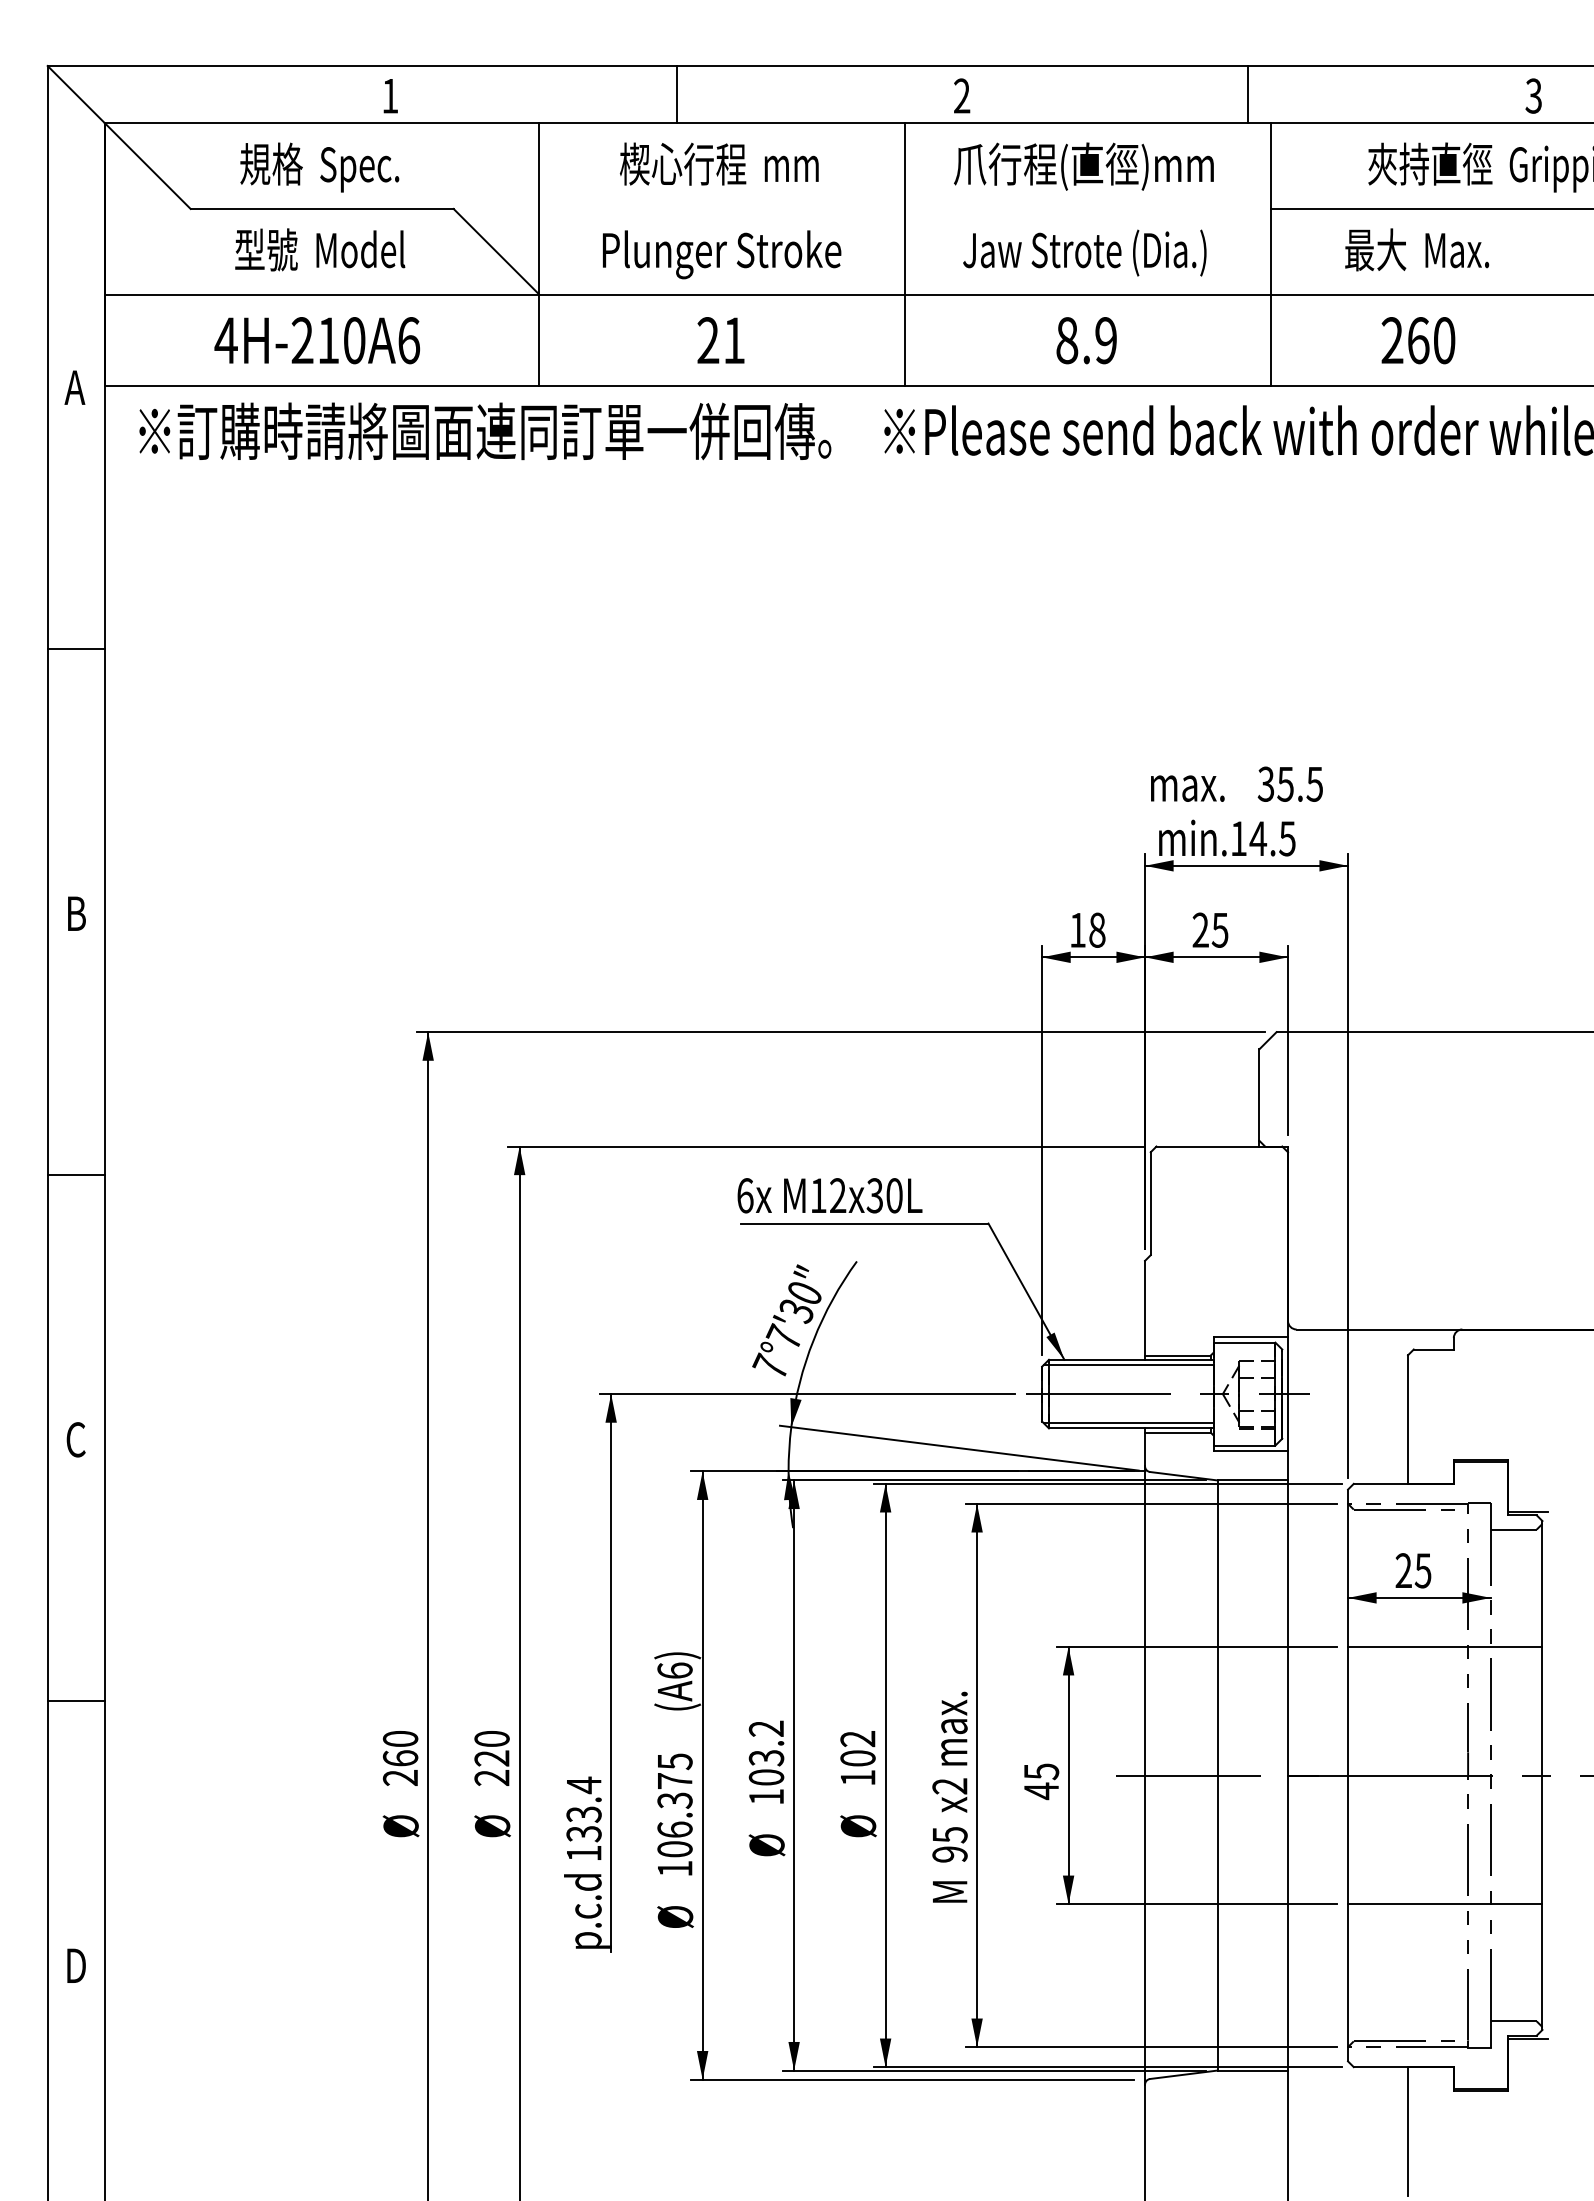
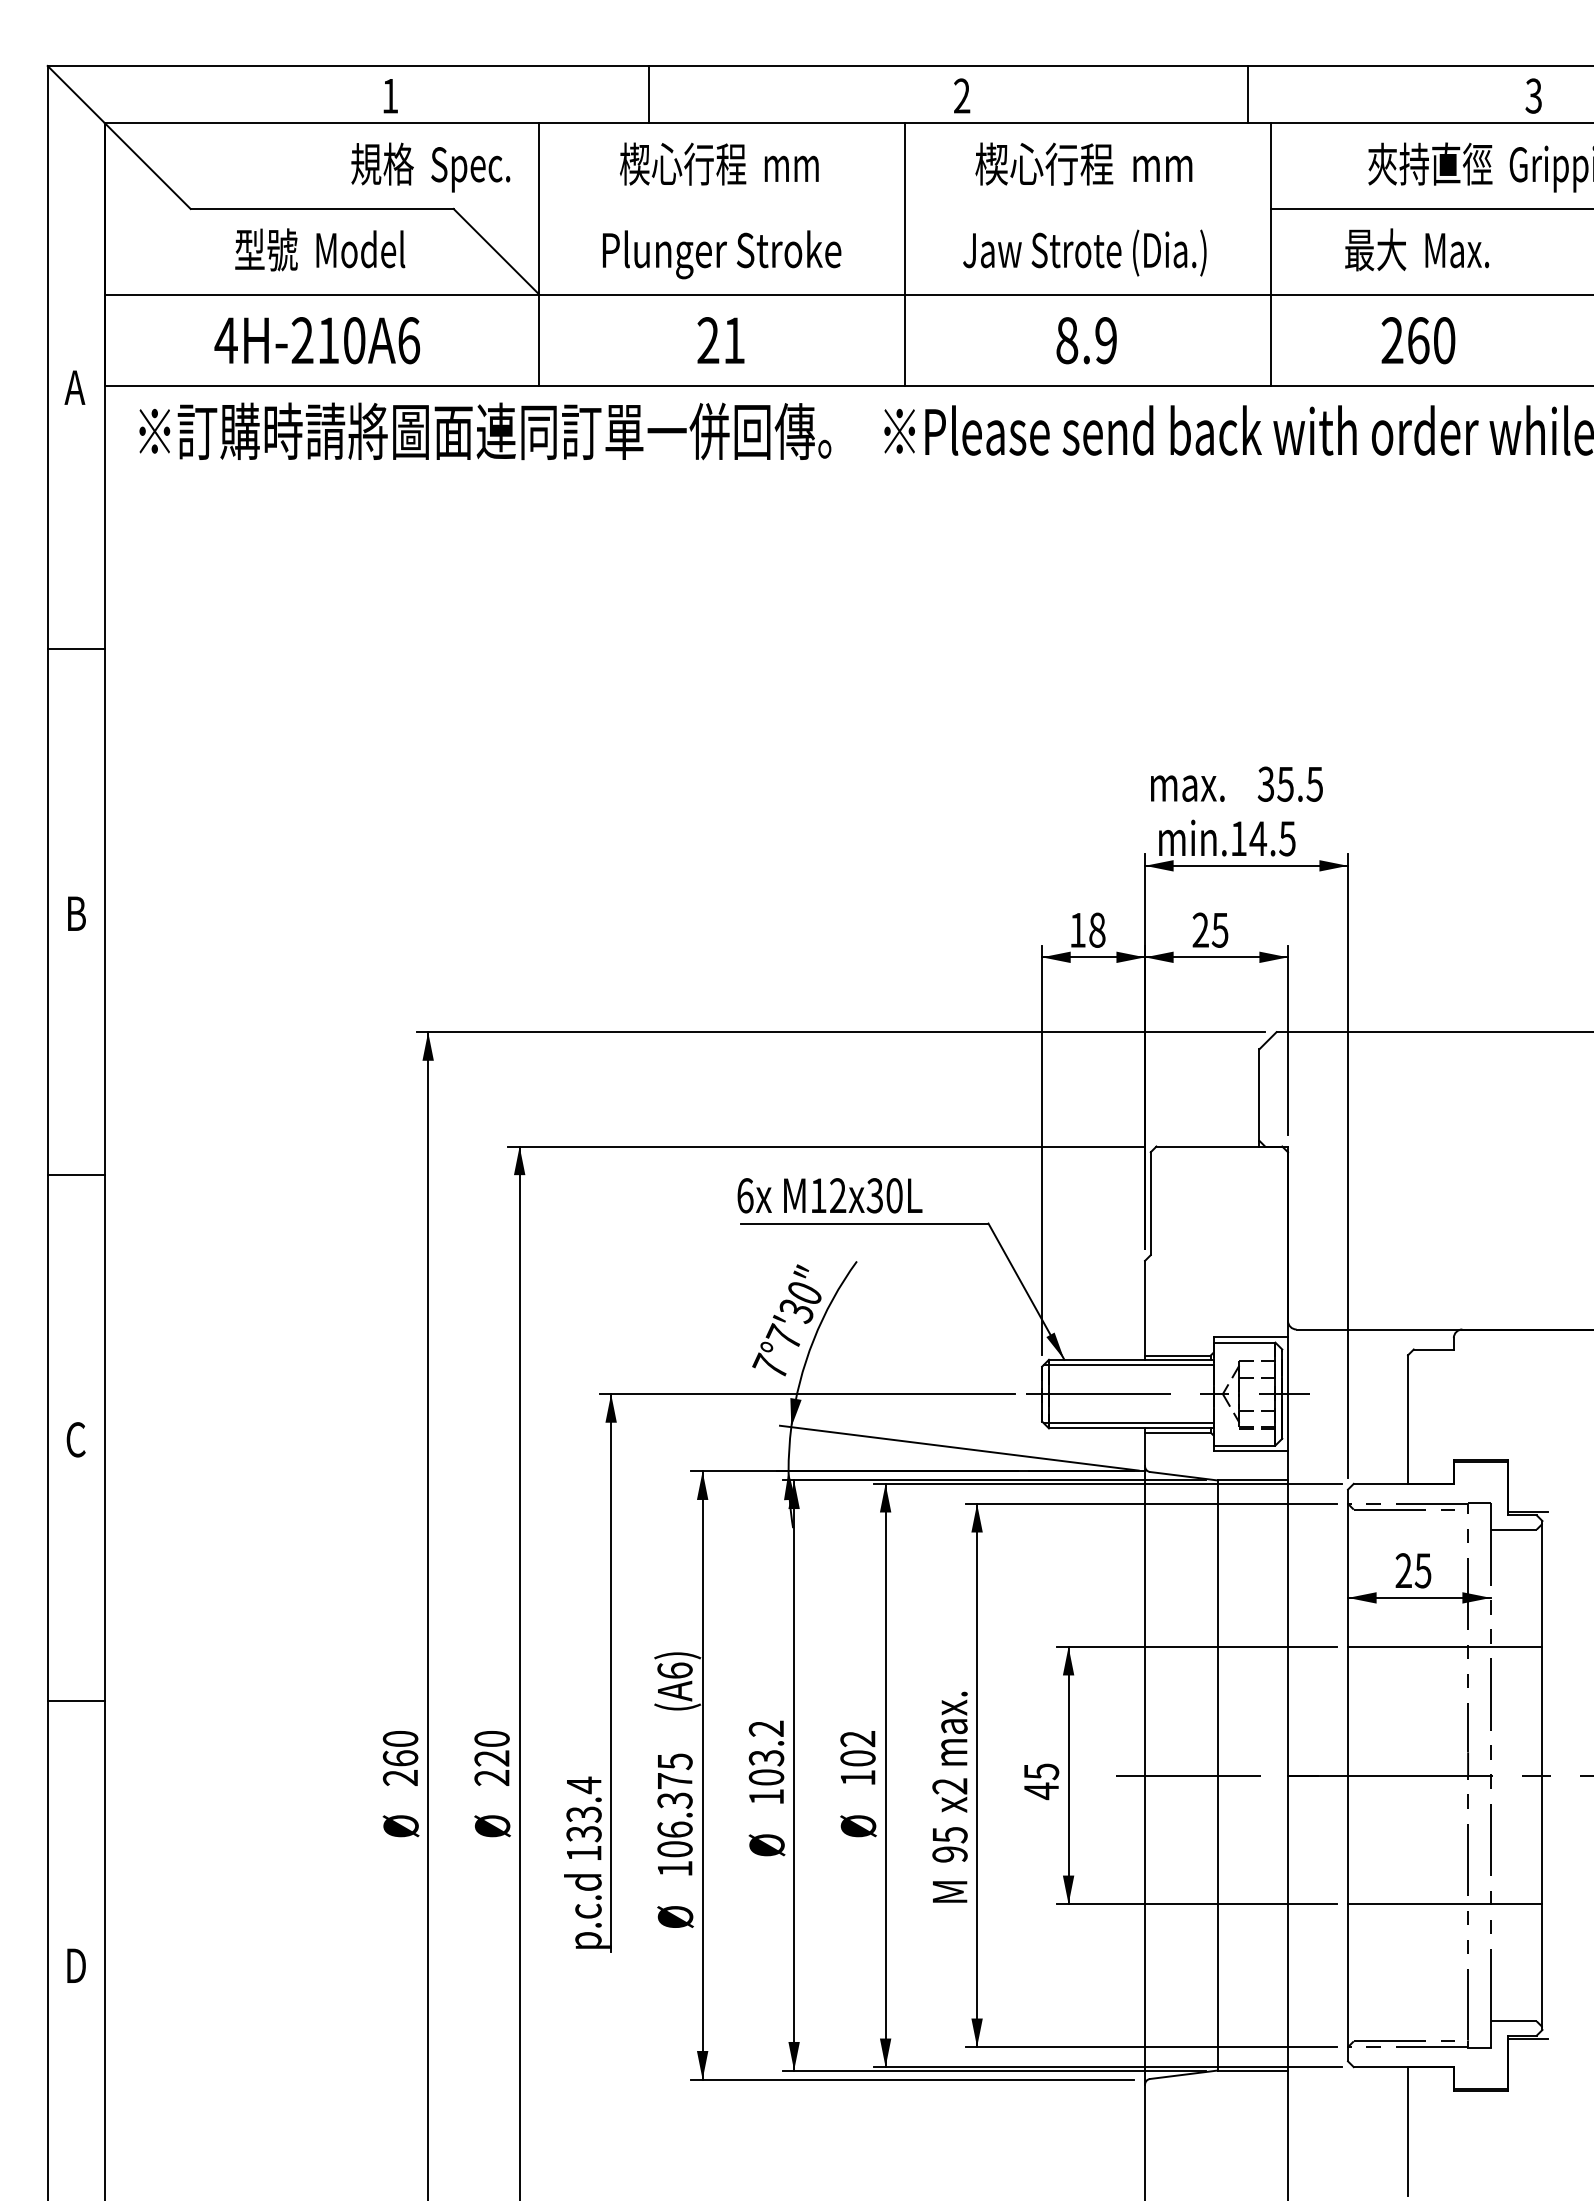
line at (676, 94) position: (676, 94) -> (648, 94)
text at (1083, 166): 爪行程(直徑)mm -> 楔心行程  mm
text at (319, 167) position: (319, 167) -> (430, 167)
